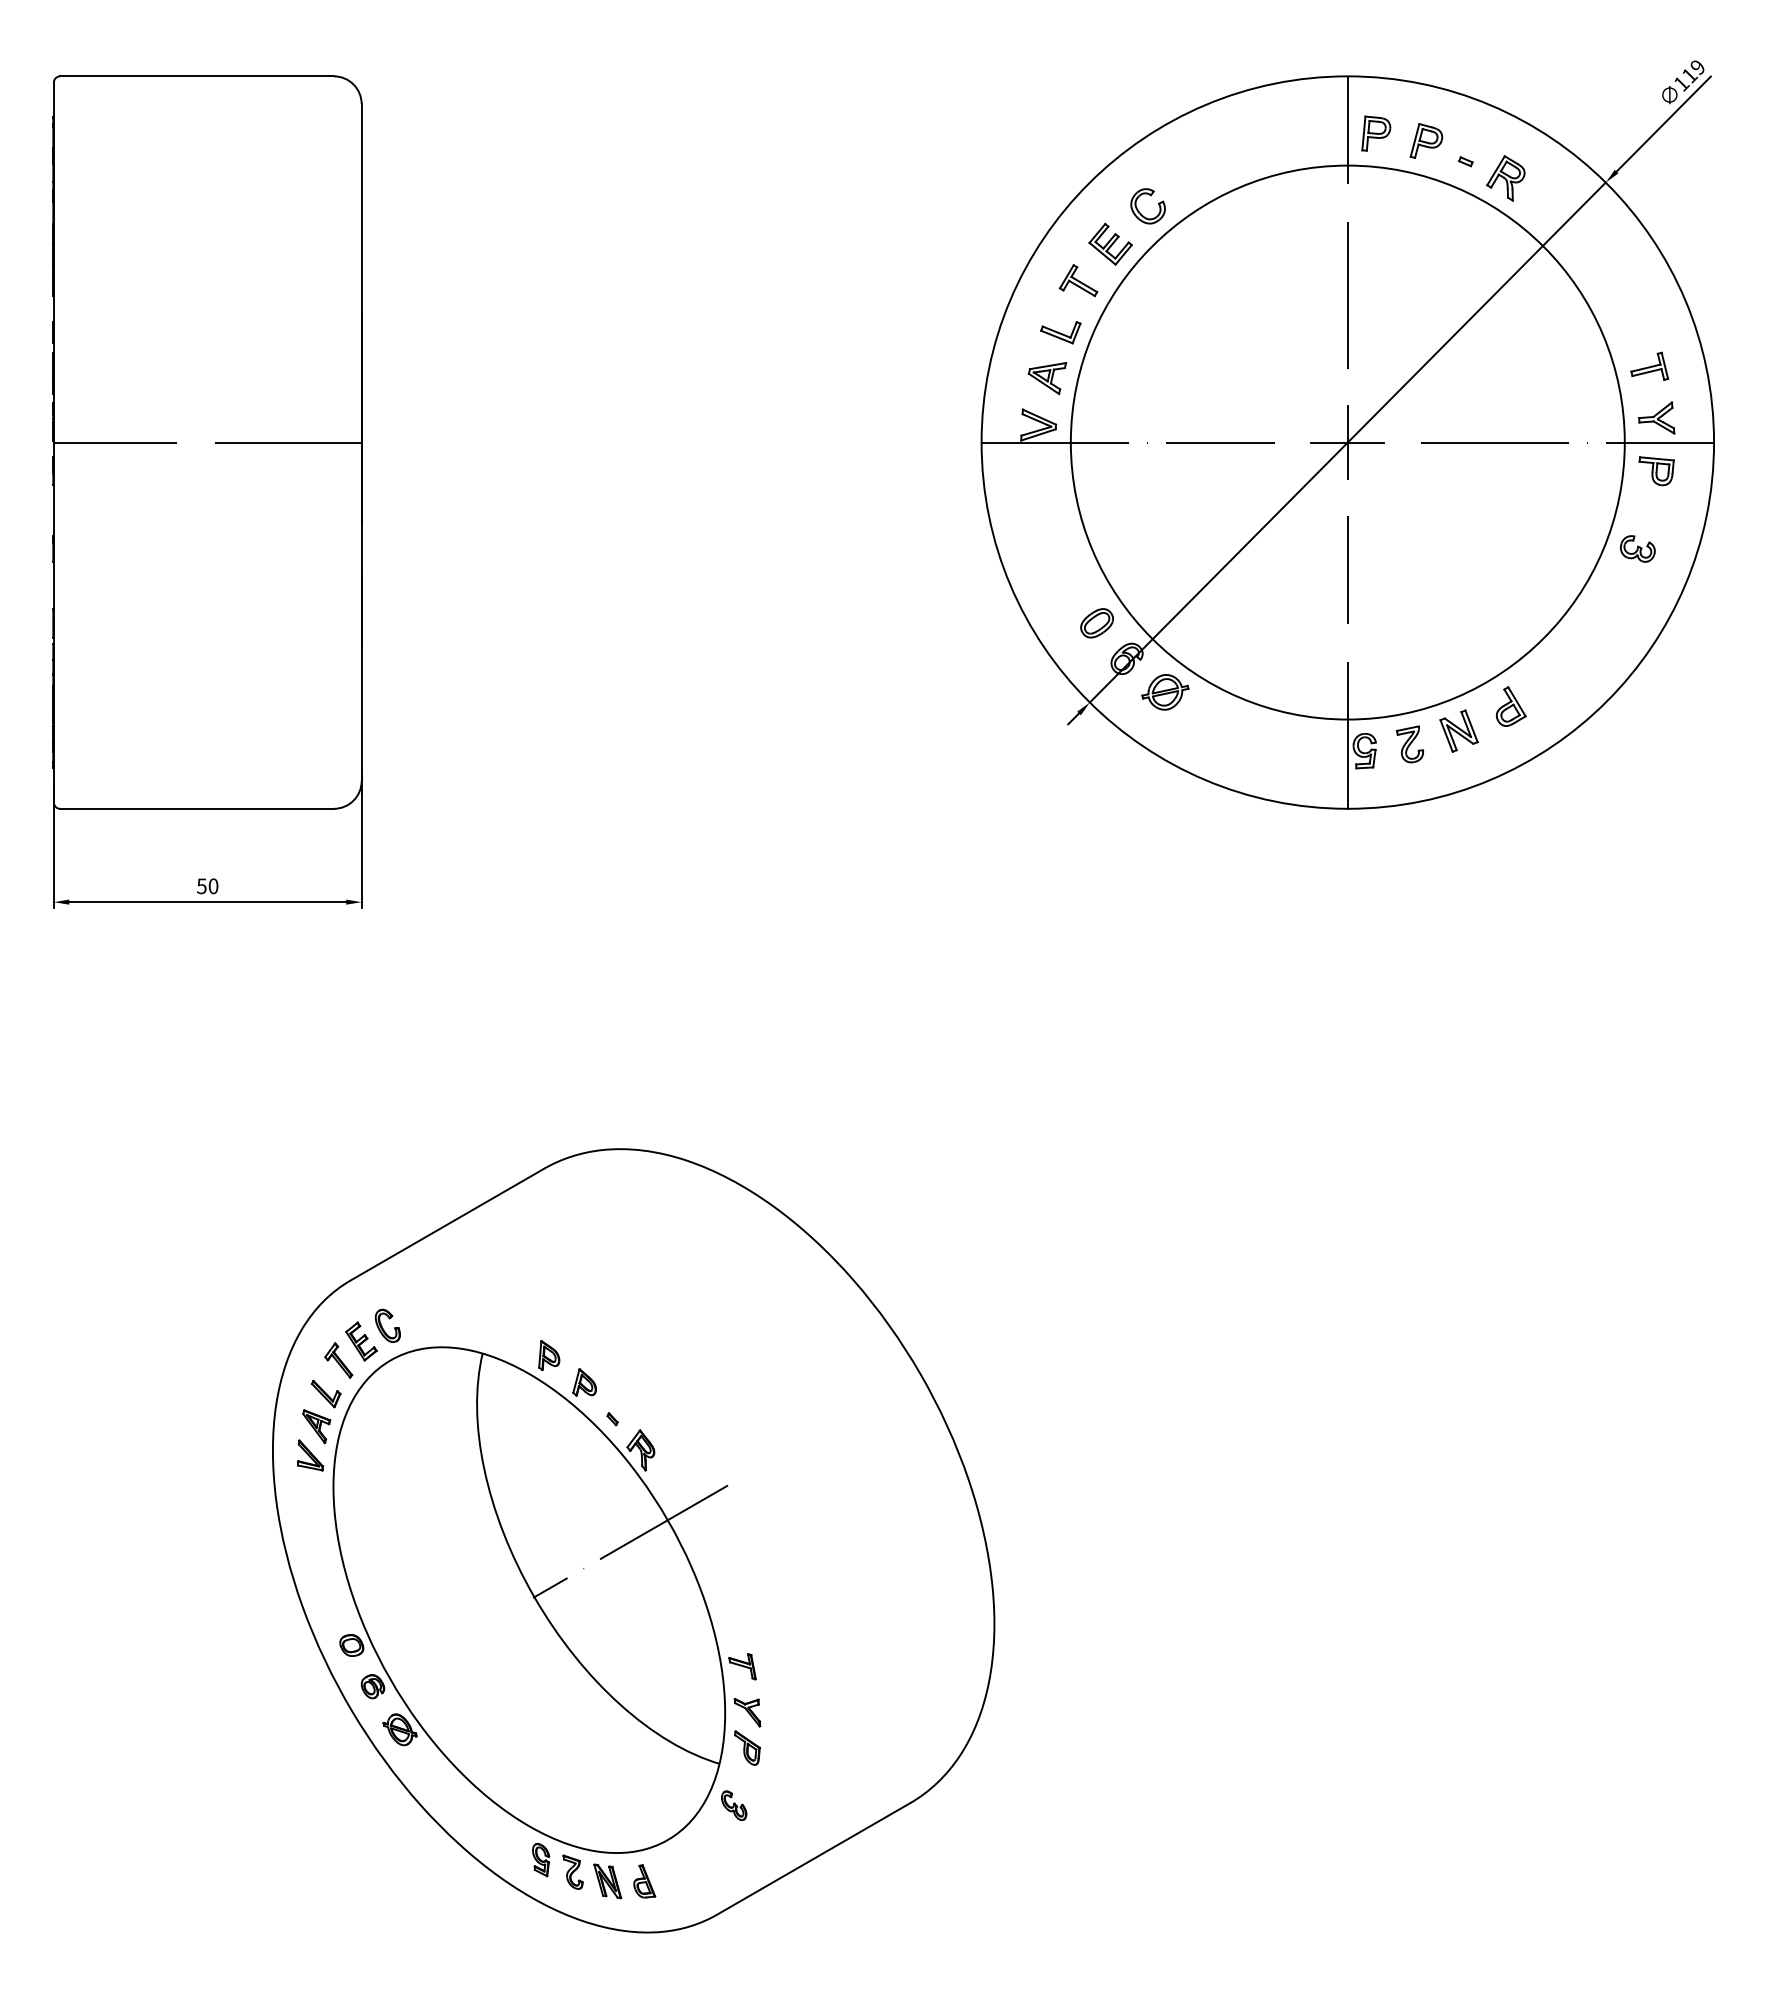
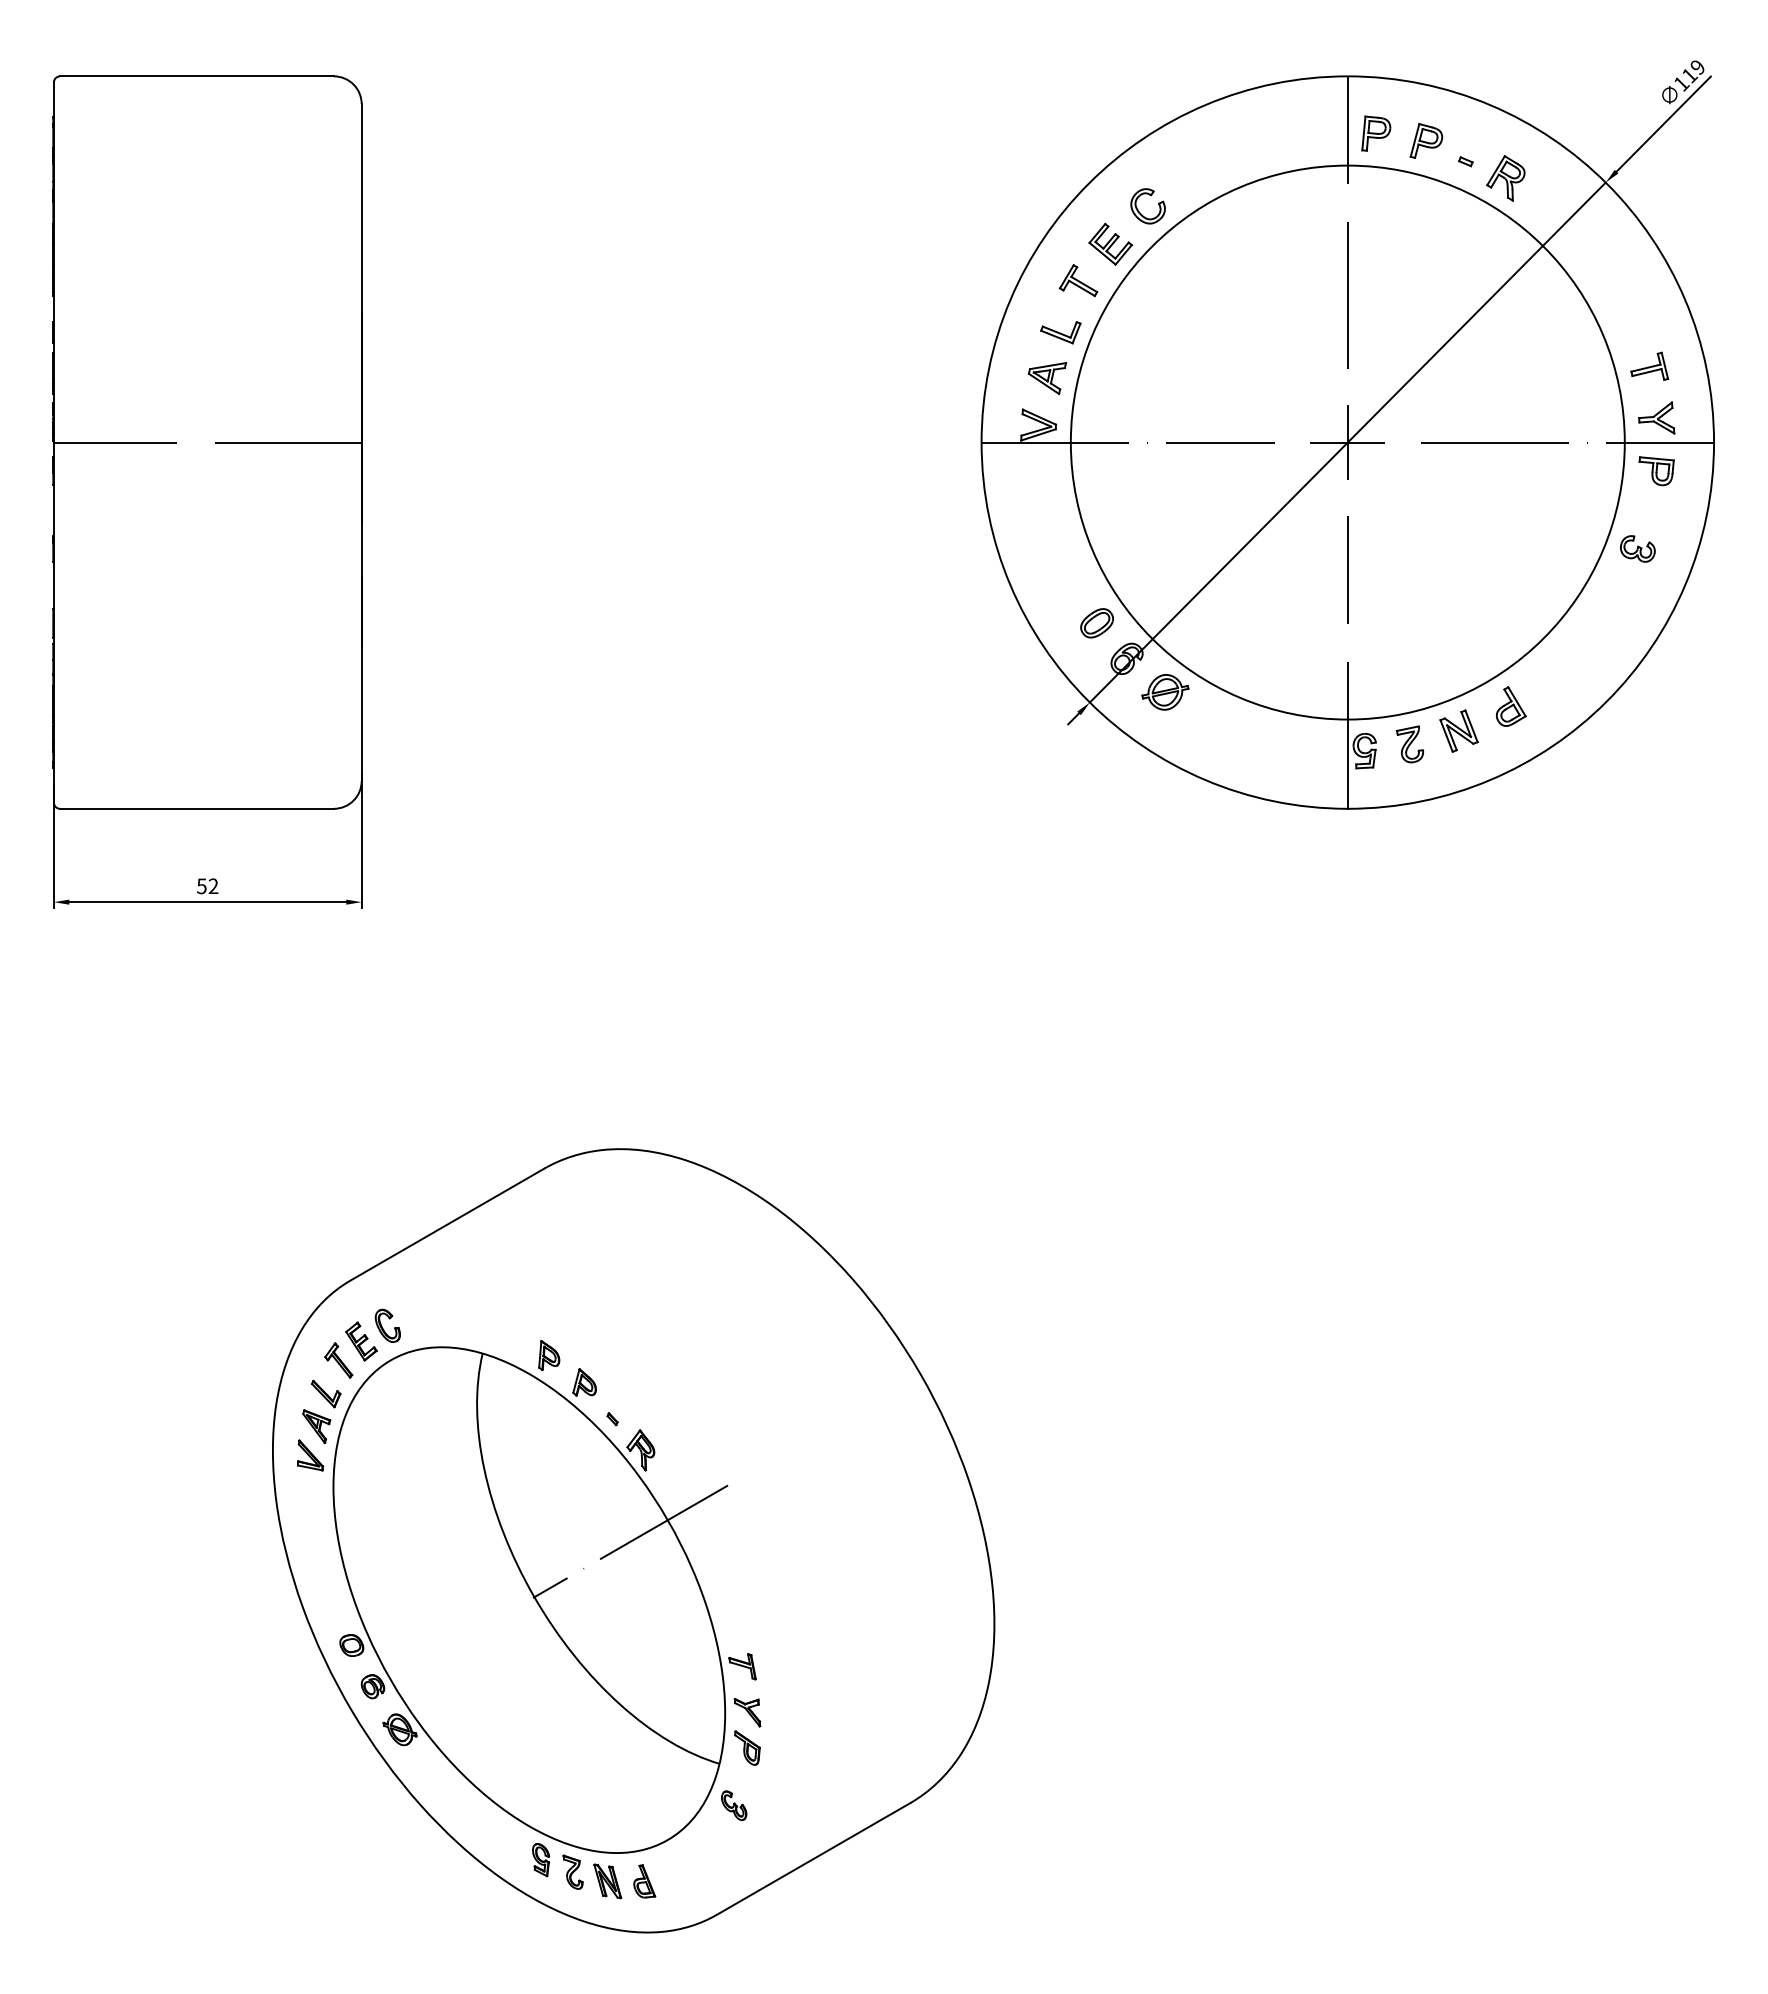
text at (213, 886): 50 -> 52
